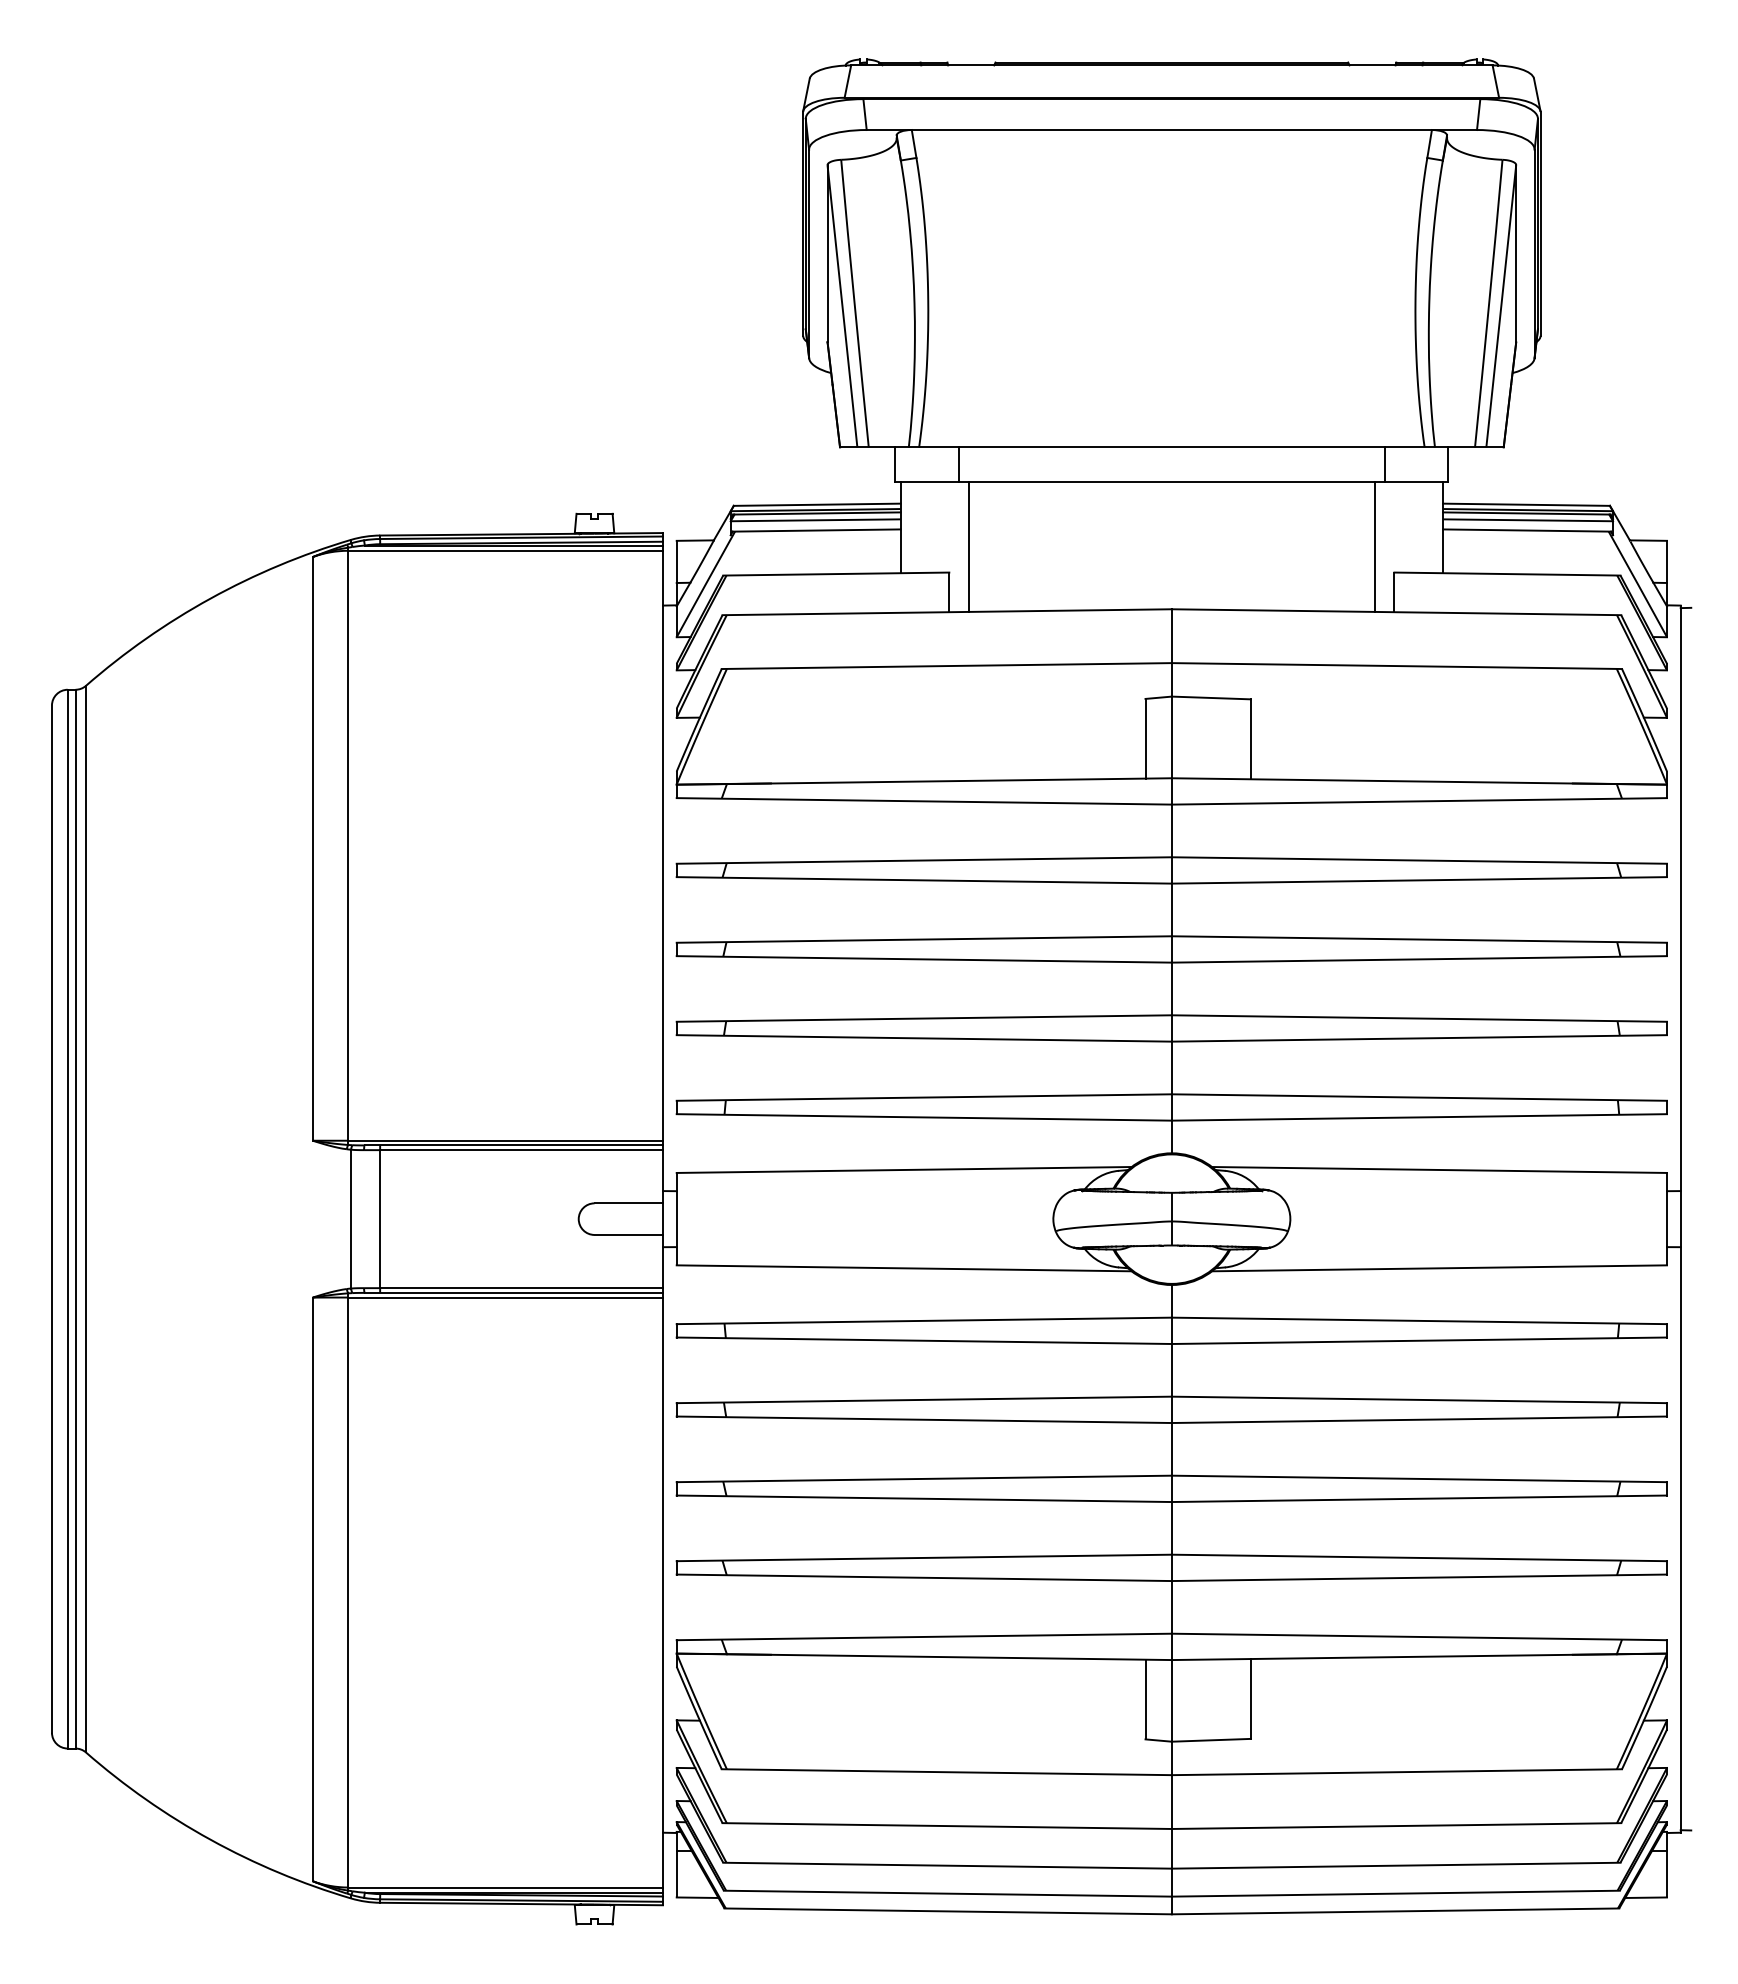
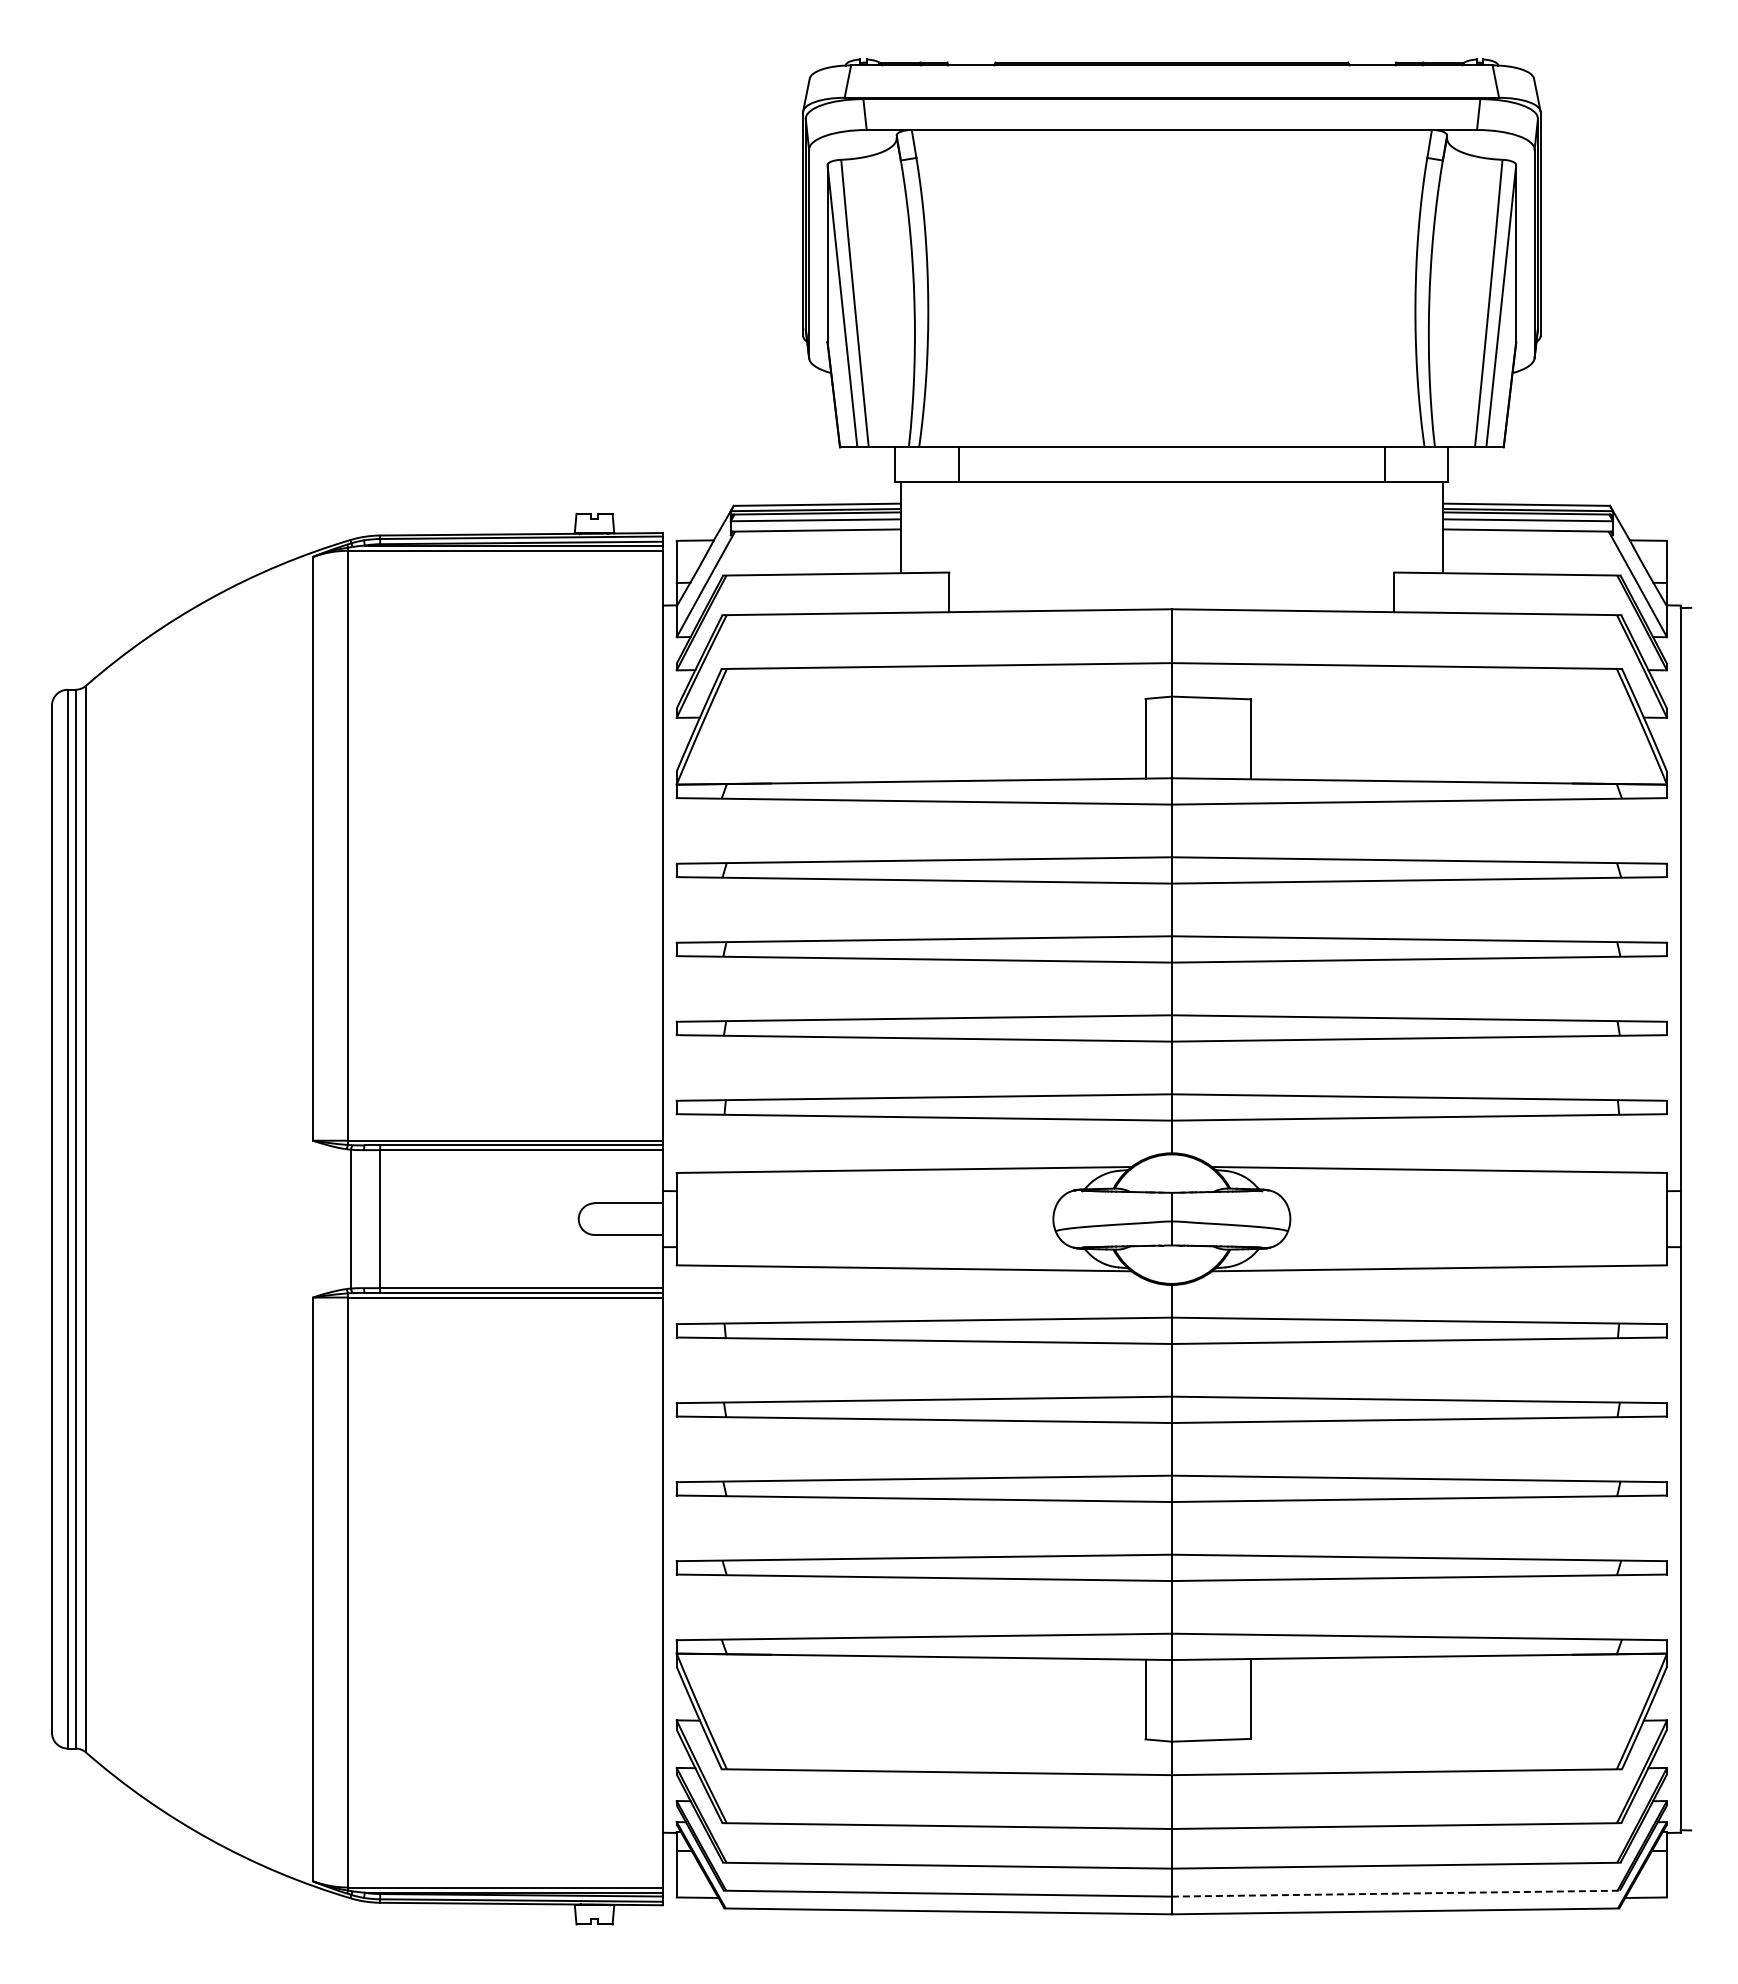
line at (969, 546): present -> none
line at (1374, 546): present -> none
line at (1396, 1893): solid -> dashed
